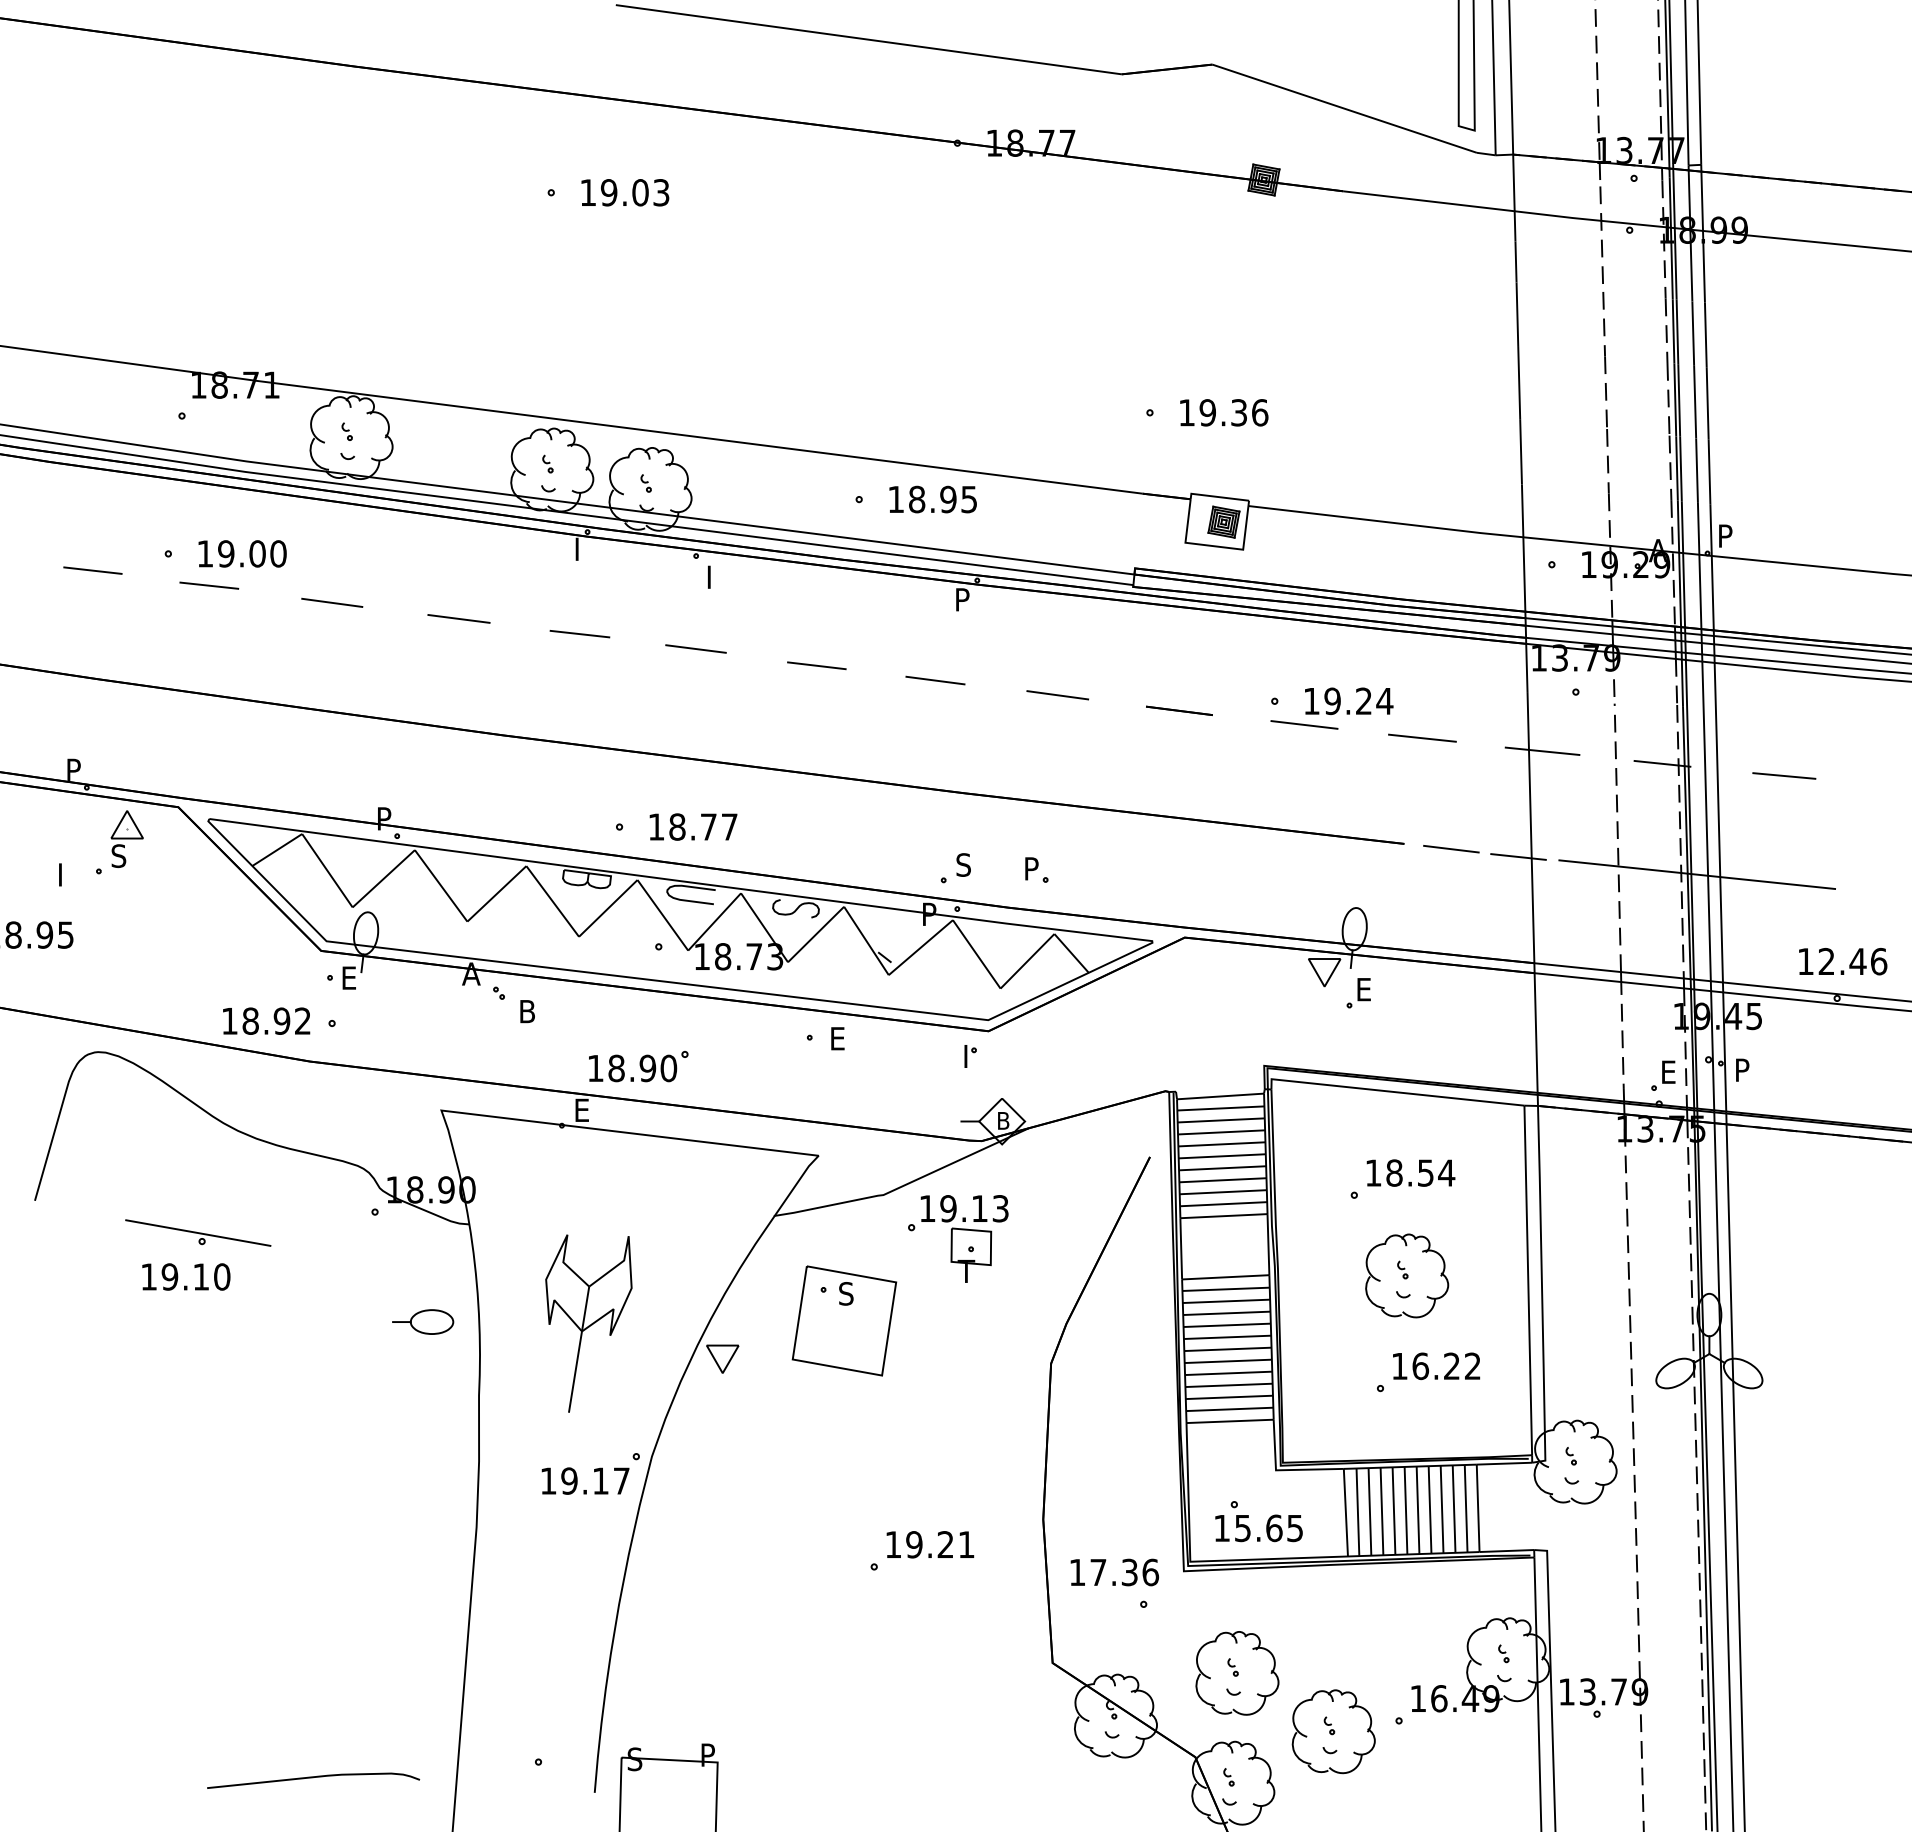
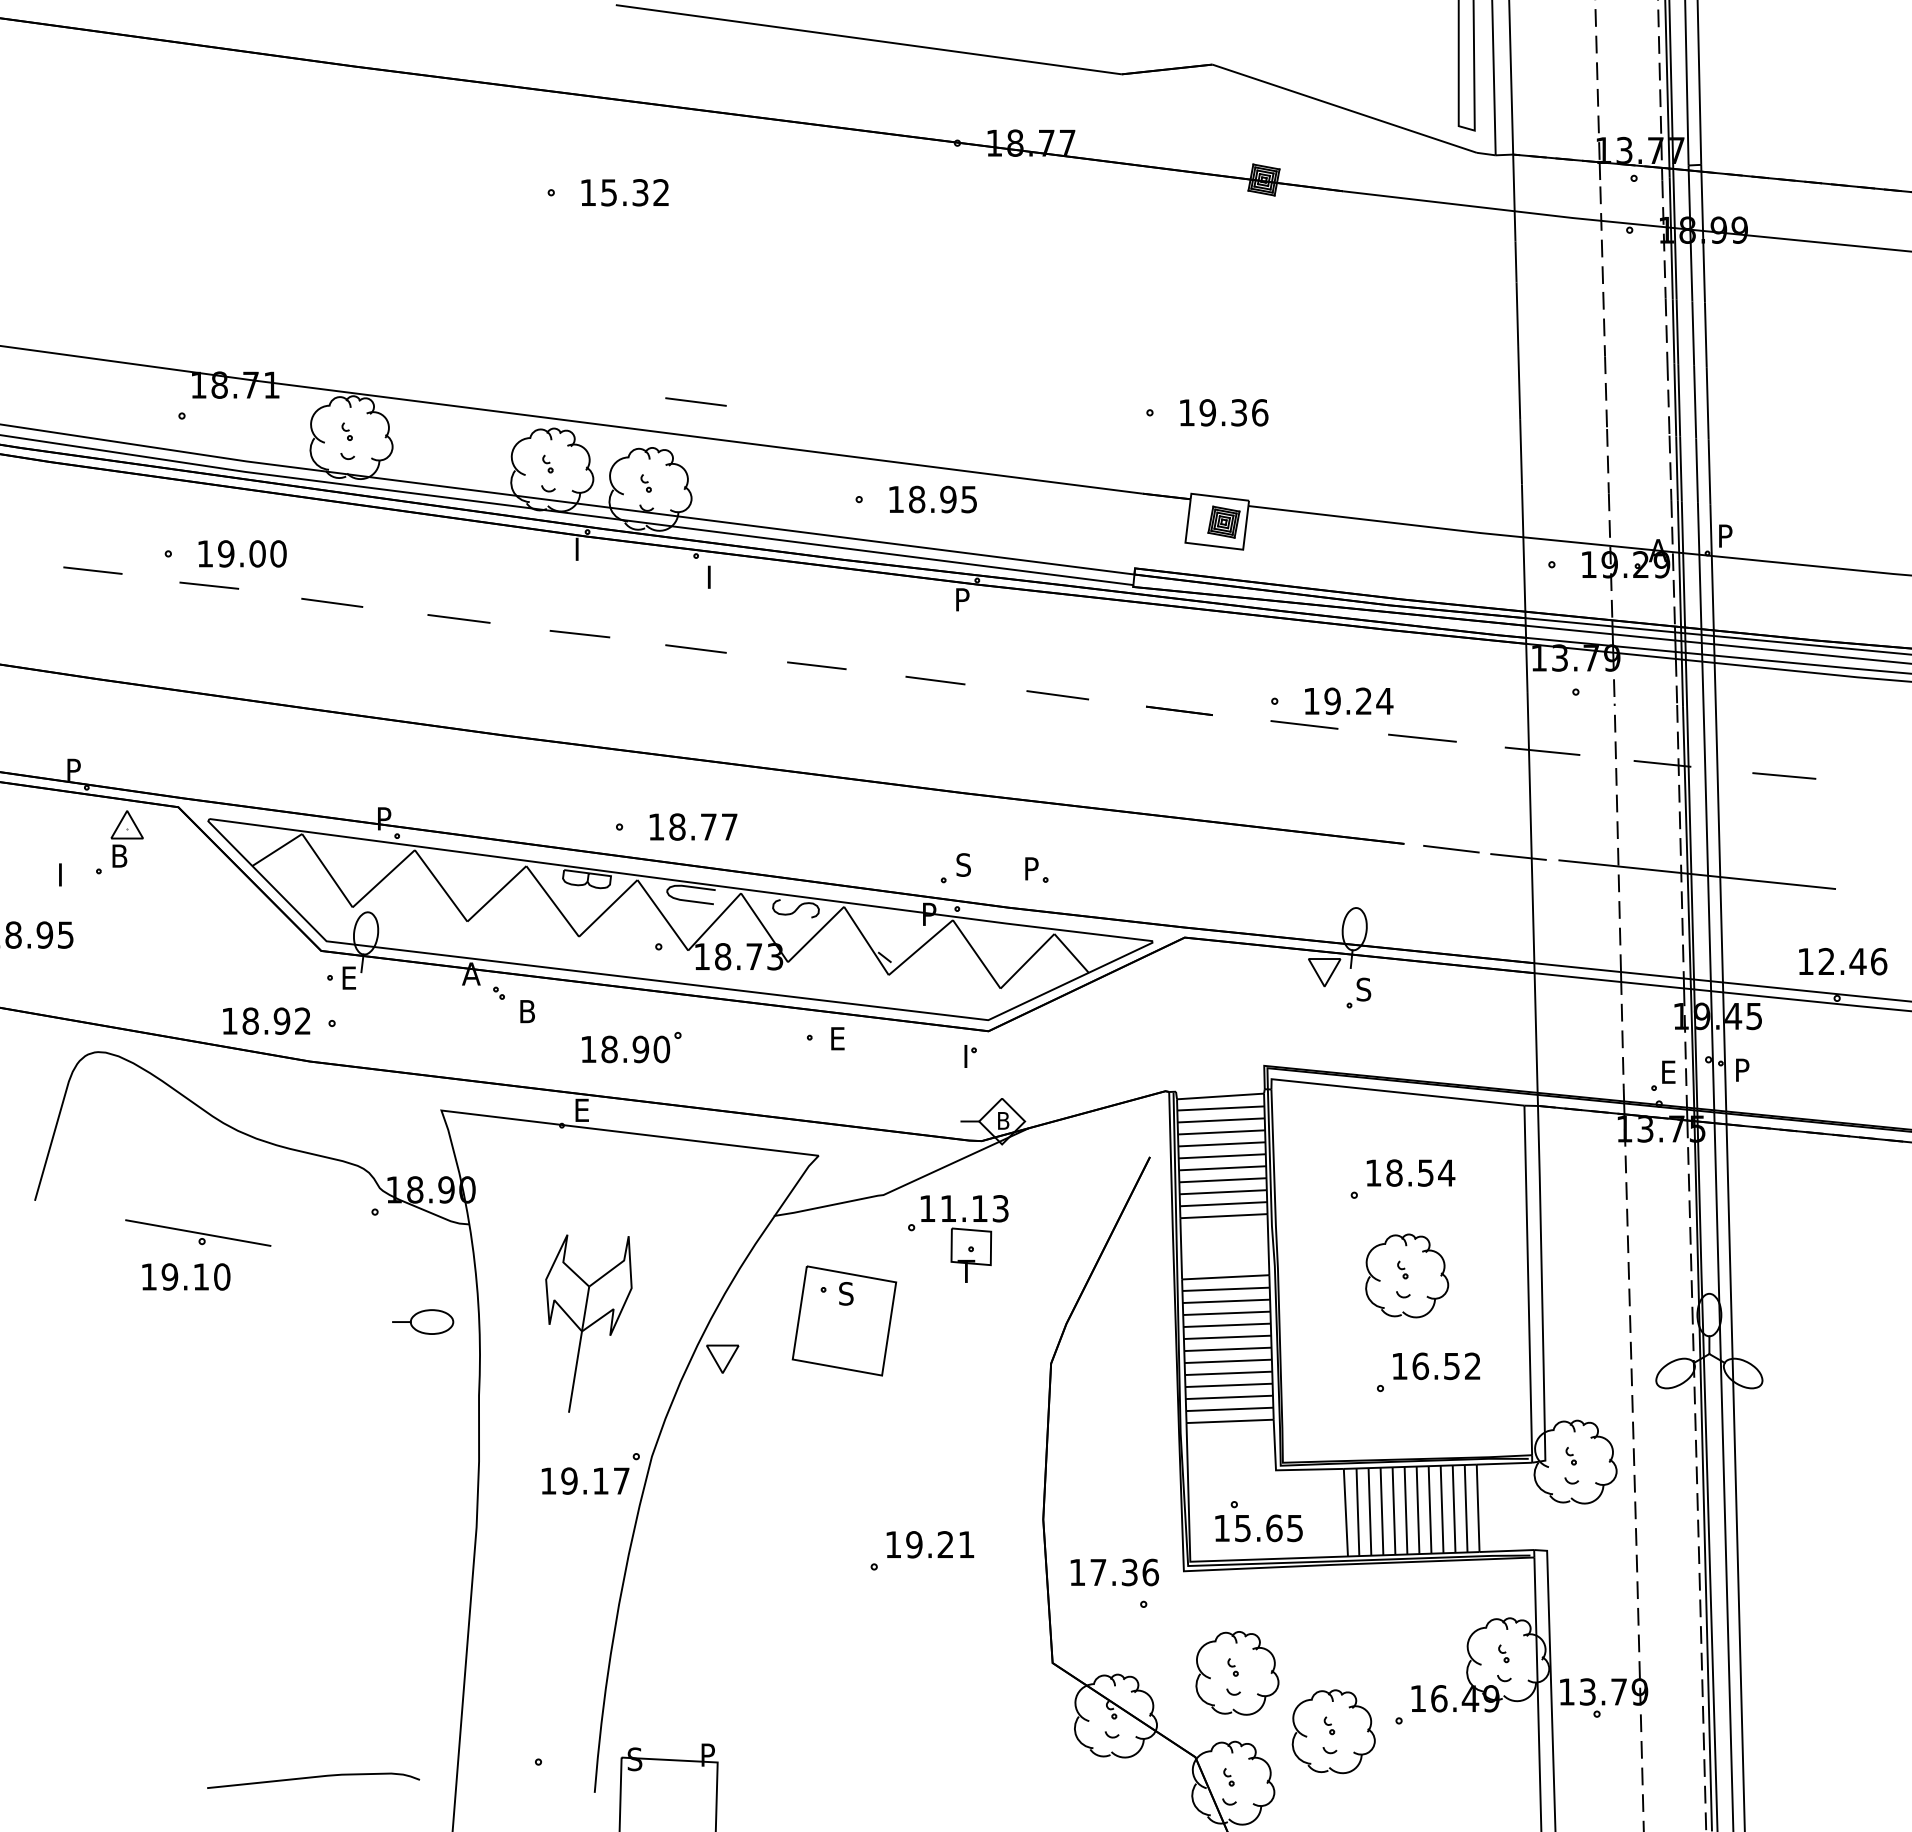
text at (635, 192): 19.03 -> 15.32
line at (695, 401): none -> present
text at (119, 856): S -> B
text at (1363, 989): E -> S
part at (638, 1066) position: (638, 1066) -> (631, 1047)
text at (948, 1208): 19.13 -> 11.13
text at (1451, 1366): 16.22 -> 16.52
